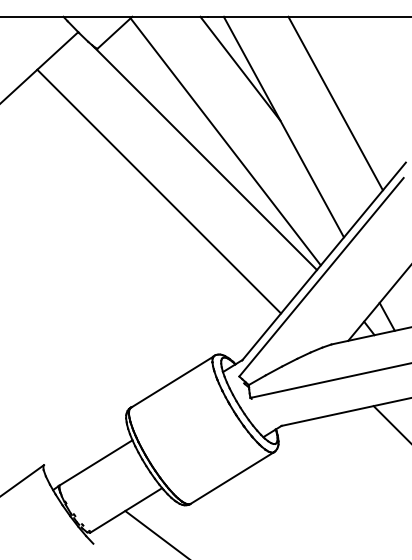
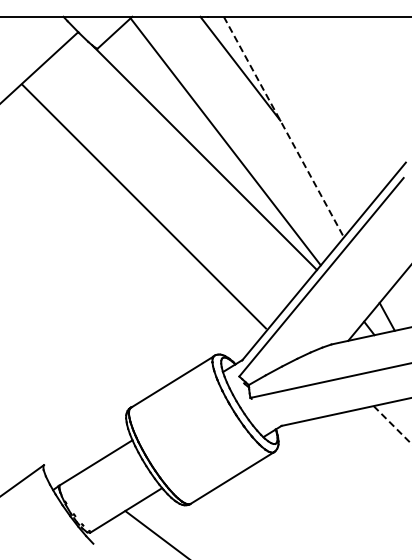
line at (335, 103): present -> none
line at (283, 127): solid -> dashed
line at (159, 191) position: (159, 191) -> (144, 206)
line at (392, 425): solid -> dashed
